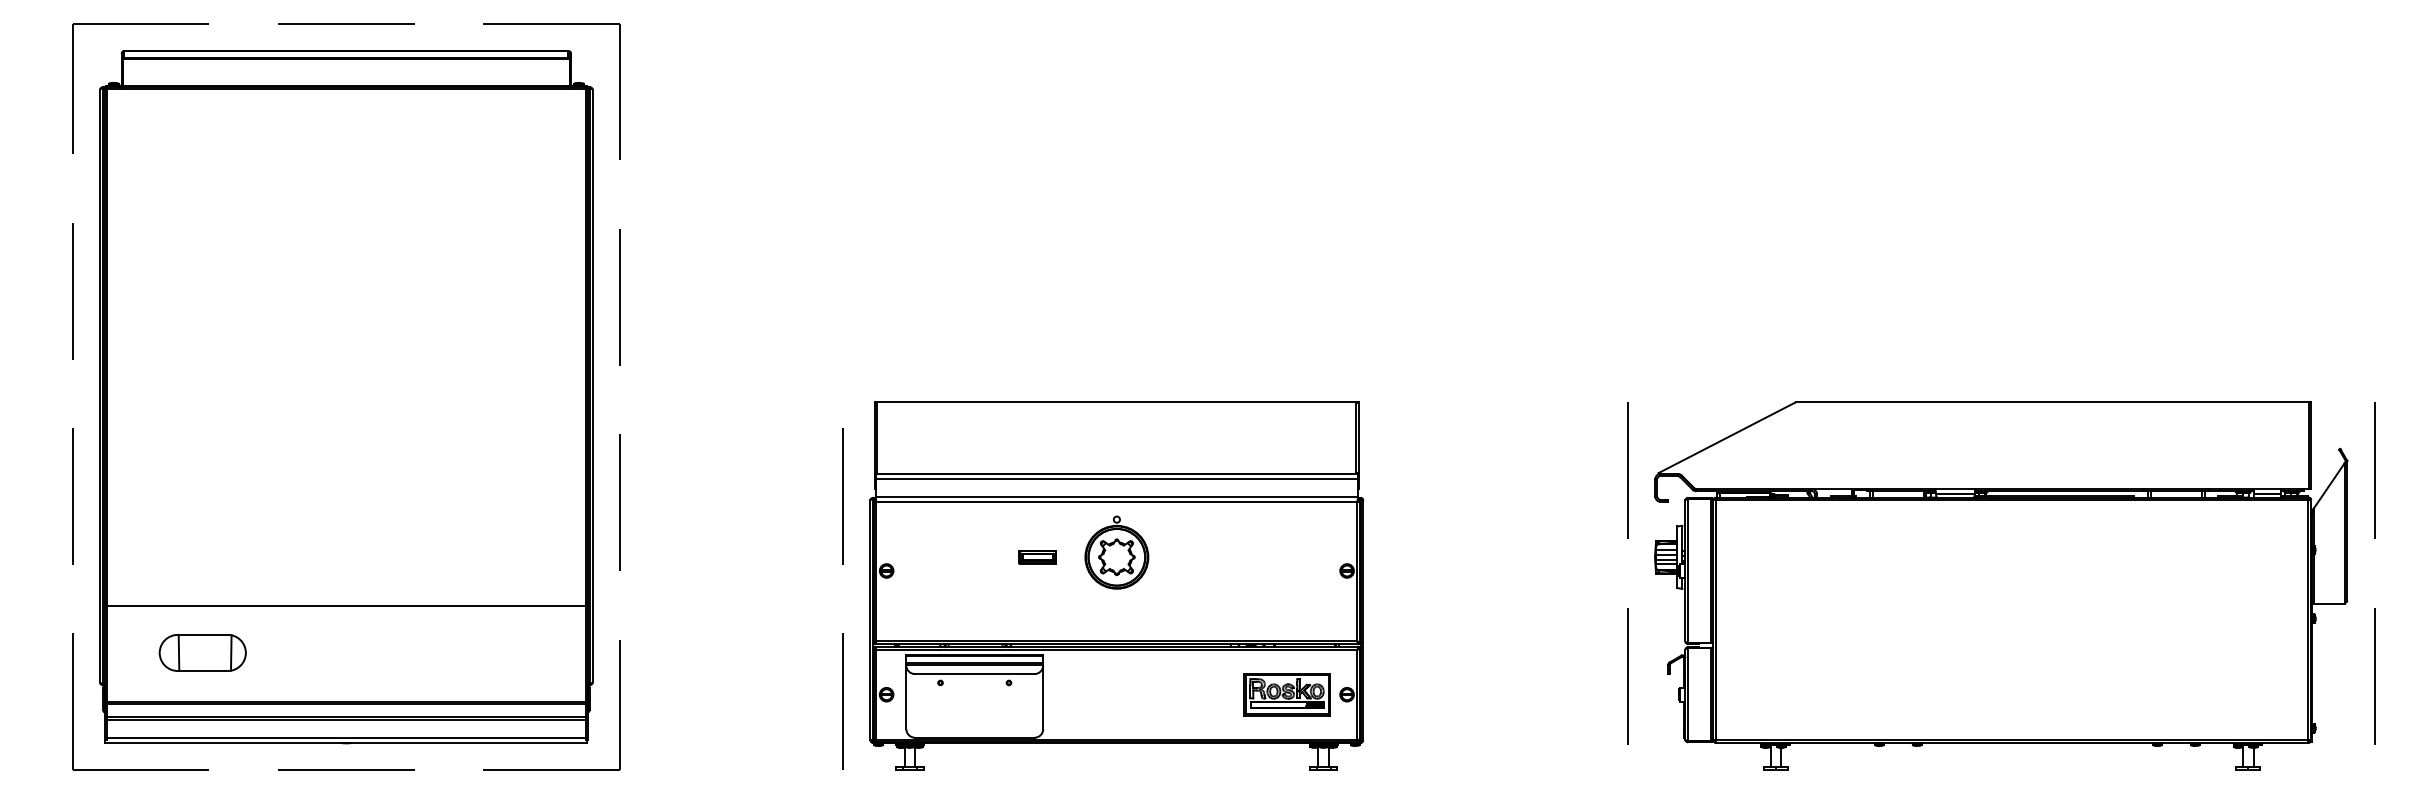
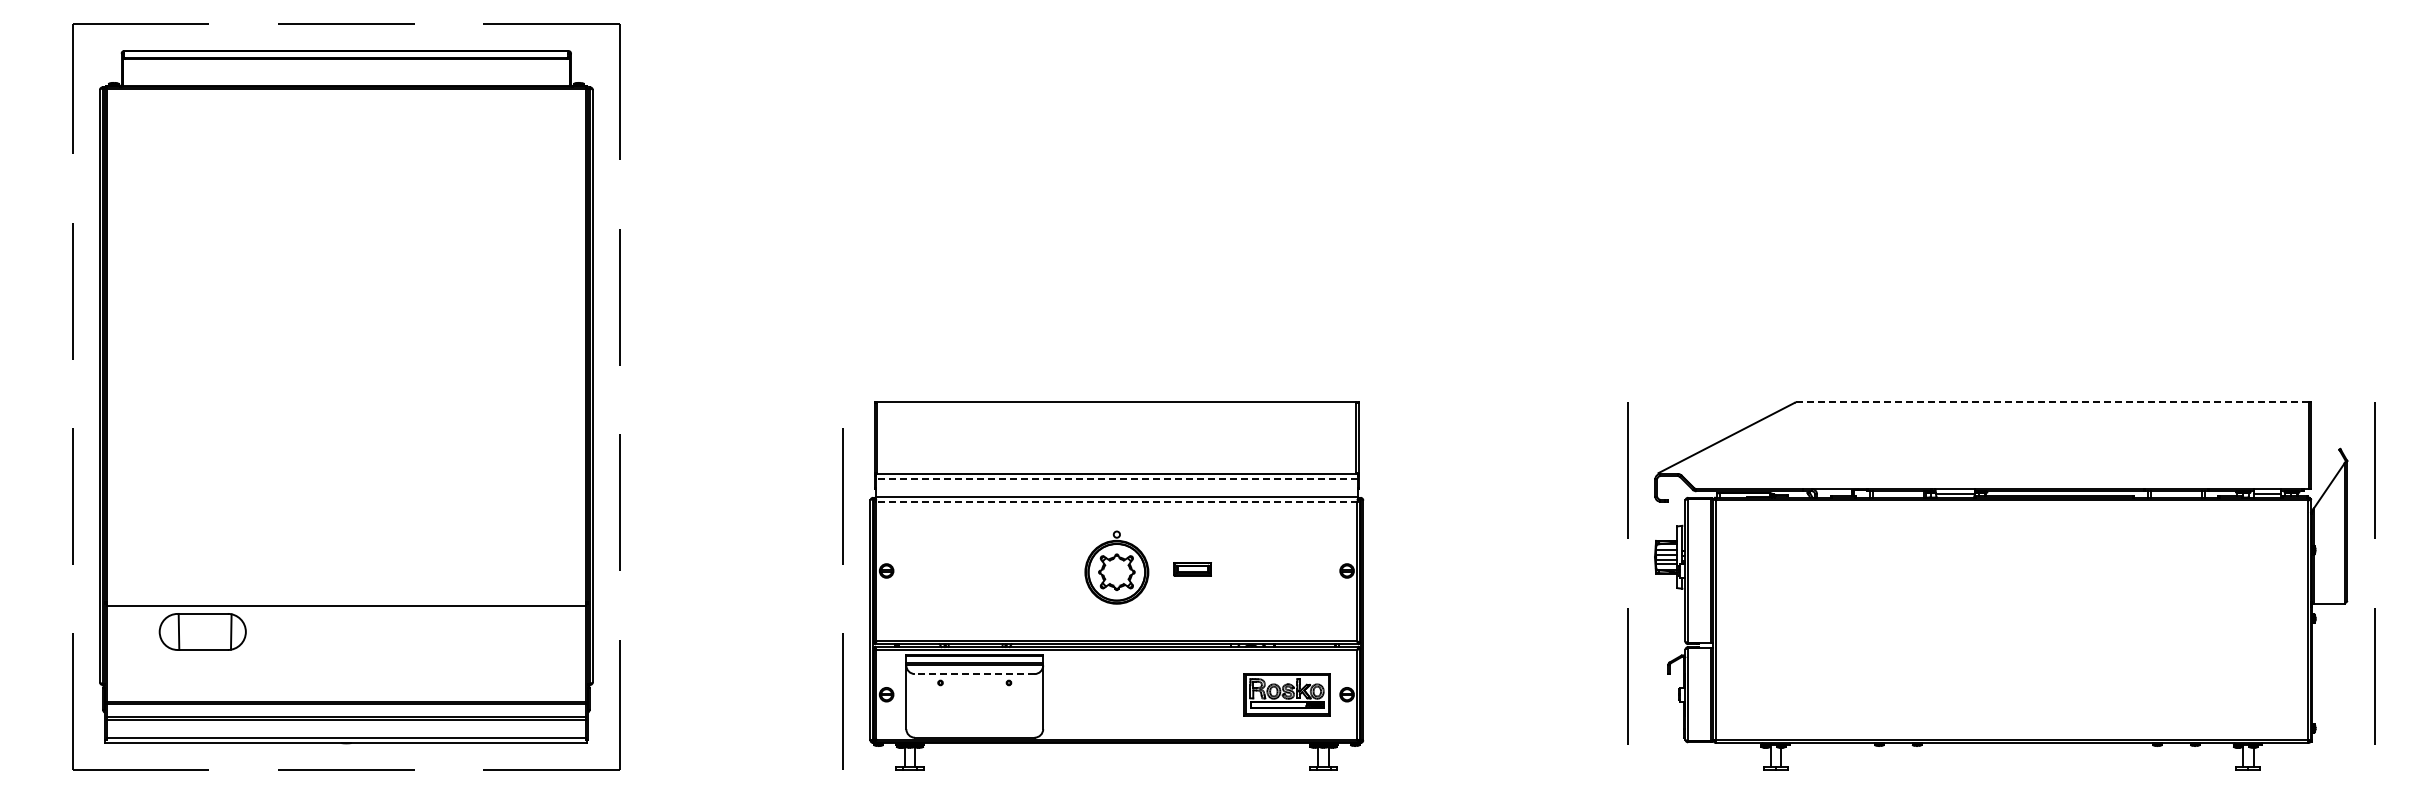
line at (2053, 402): solid -> dashed
line at (1116, 479): solid -> dashed
line at (1116, 501): solid -> dashed
part at (1116, 552) position: (1116, 552) -> (1116, 567)
part at (1037, 557) position: (1037, 557) -> (1192, 569)
part at (202, 652) position: (202, 652) -> (202, 631)
line at (974, 674): solid -> dashed
